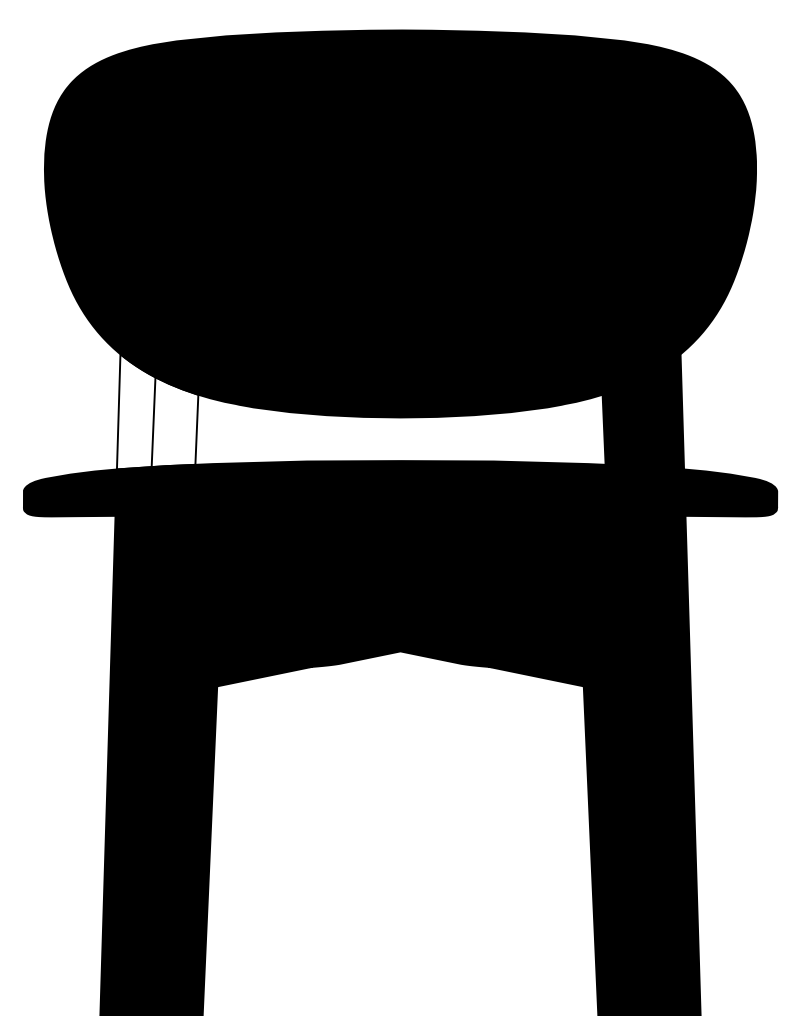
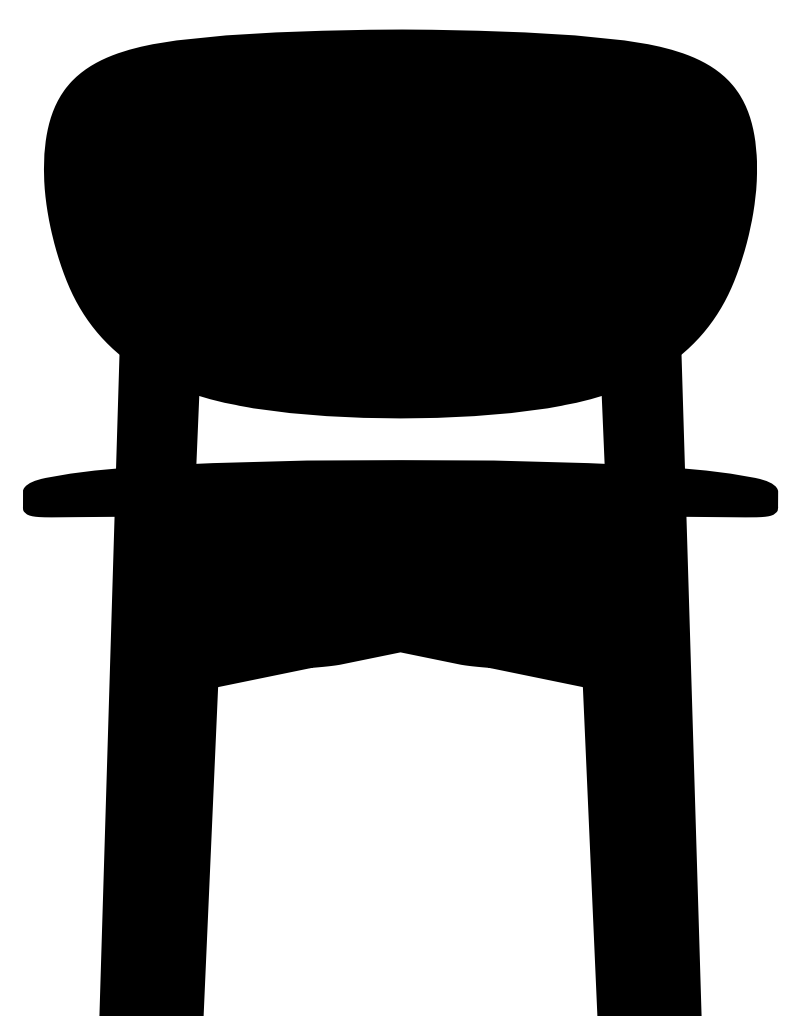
fill at (157, 411): none -> present
